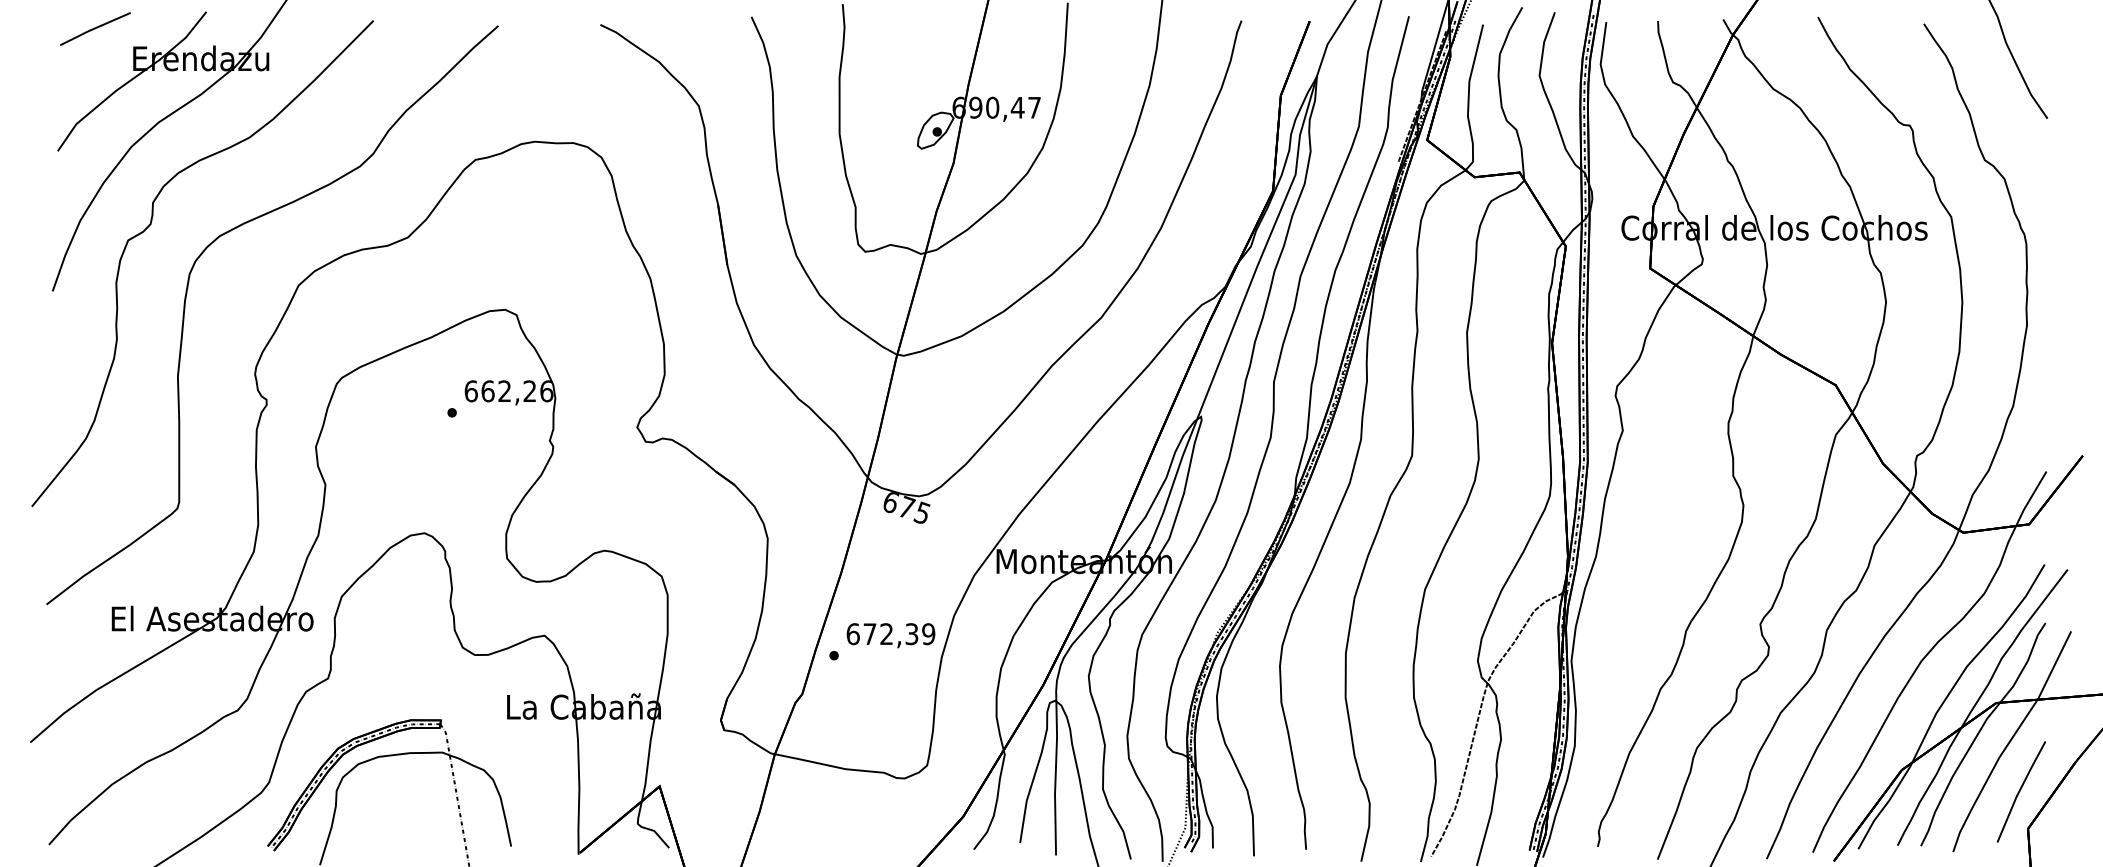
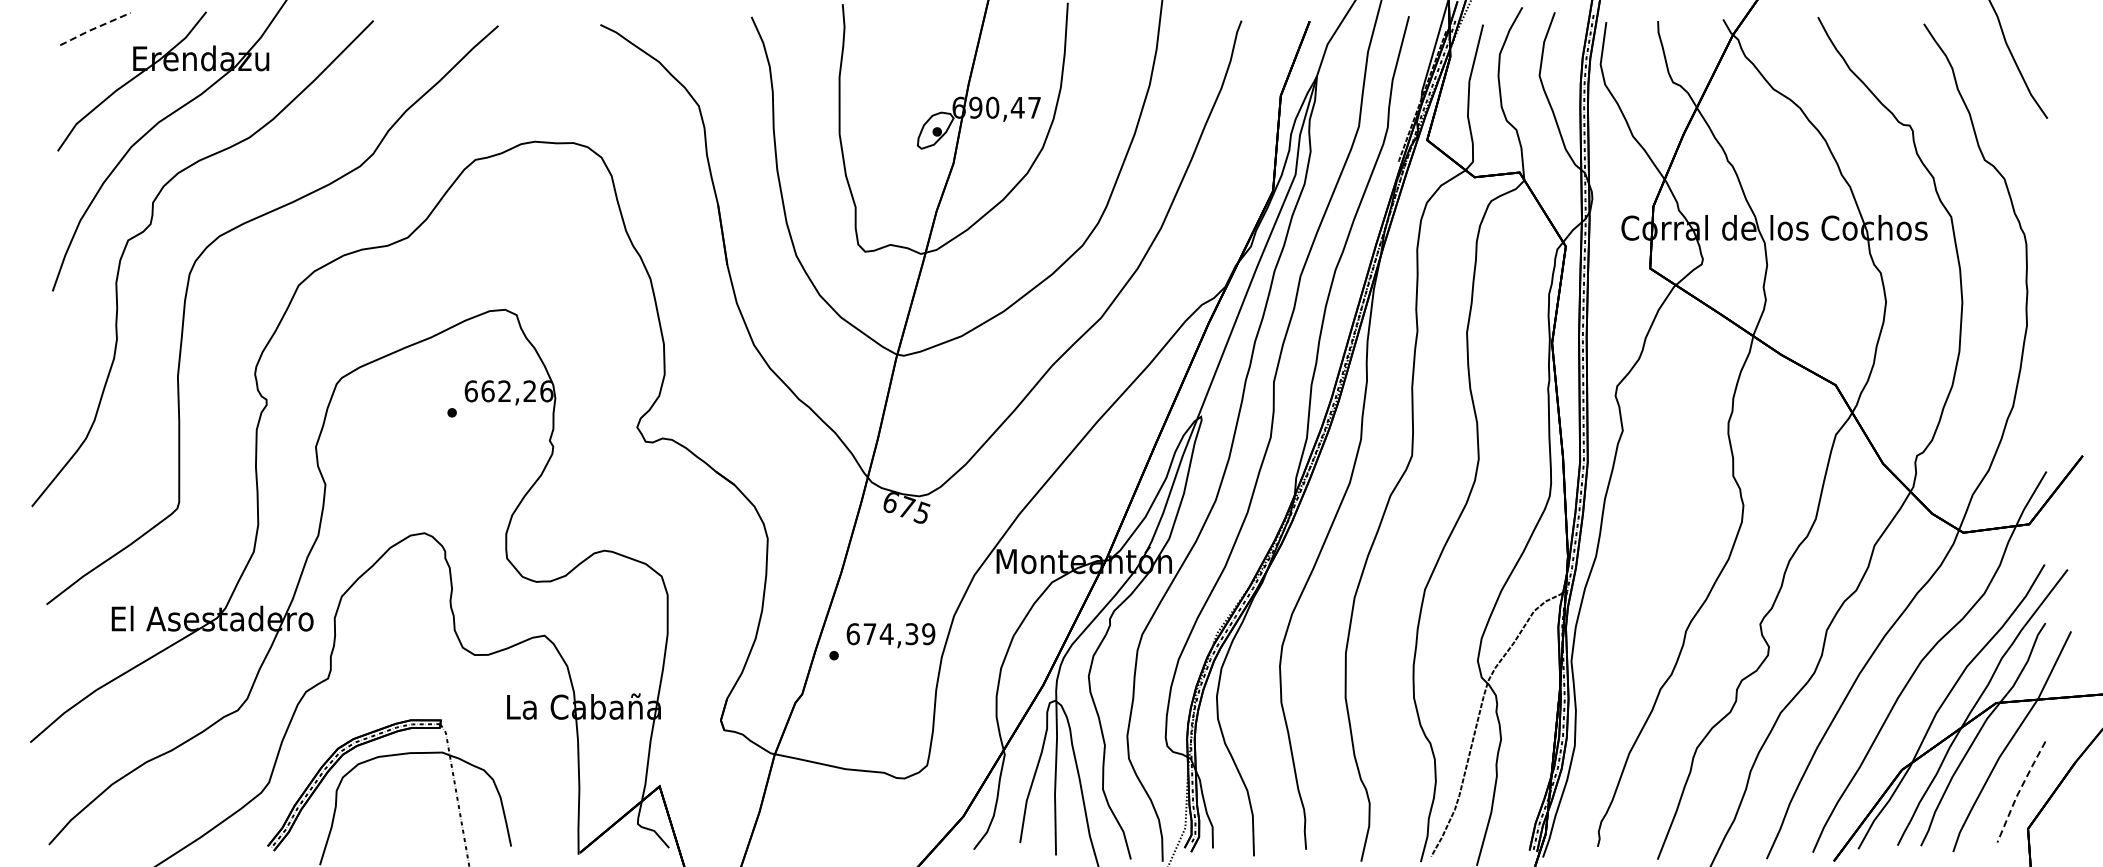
line at (94, 28): solid -> dashed
text at (886, 633): 672,39 -> 674,39
line at (2019, 790): solid -> dashed
